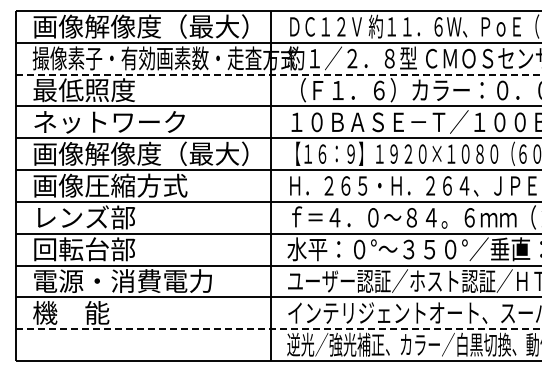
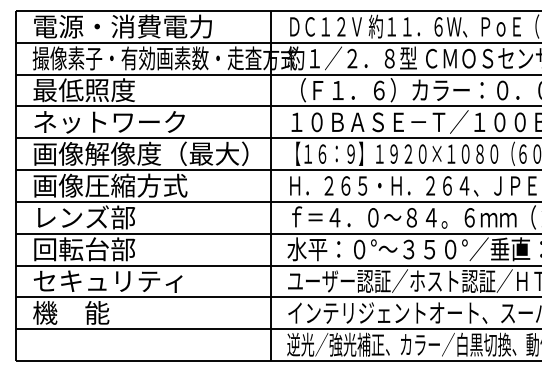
text at (140, 26): 画像解像度（最大） -> 電源・消費電力
line at (279, 74): dashed -> solid
text at (122, 280): 電源・消費電力 -> セキュリティ
line at (279, 329): dashed -> solid
